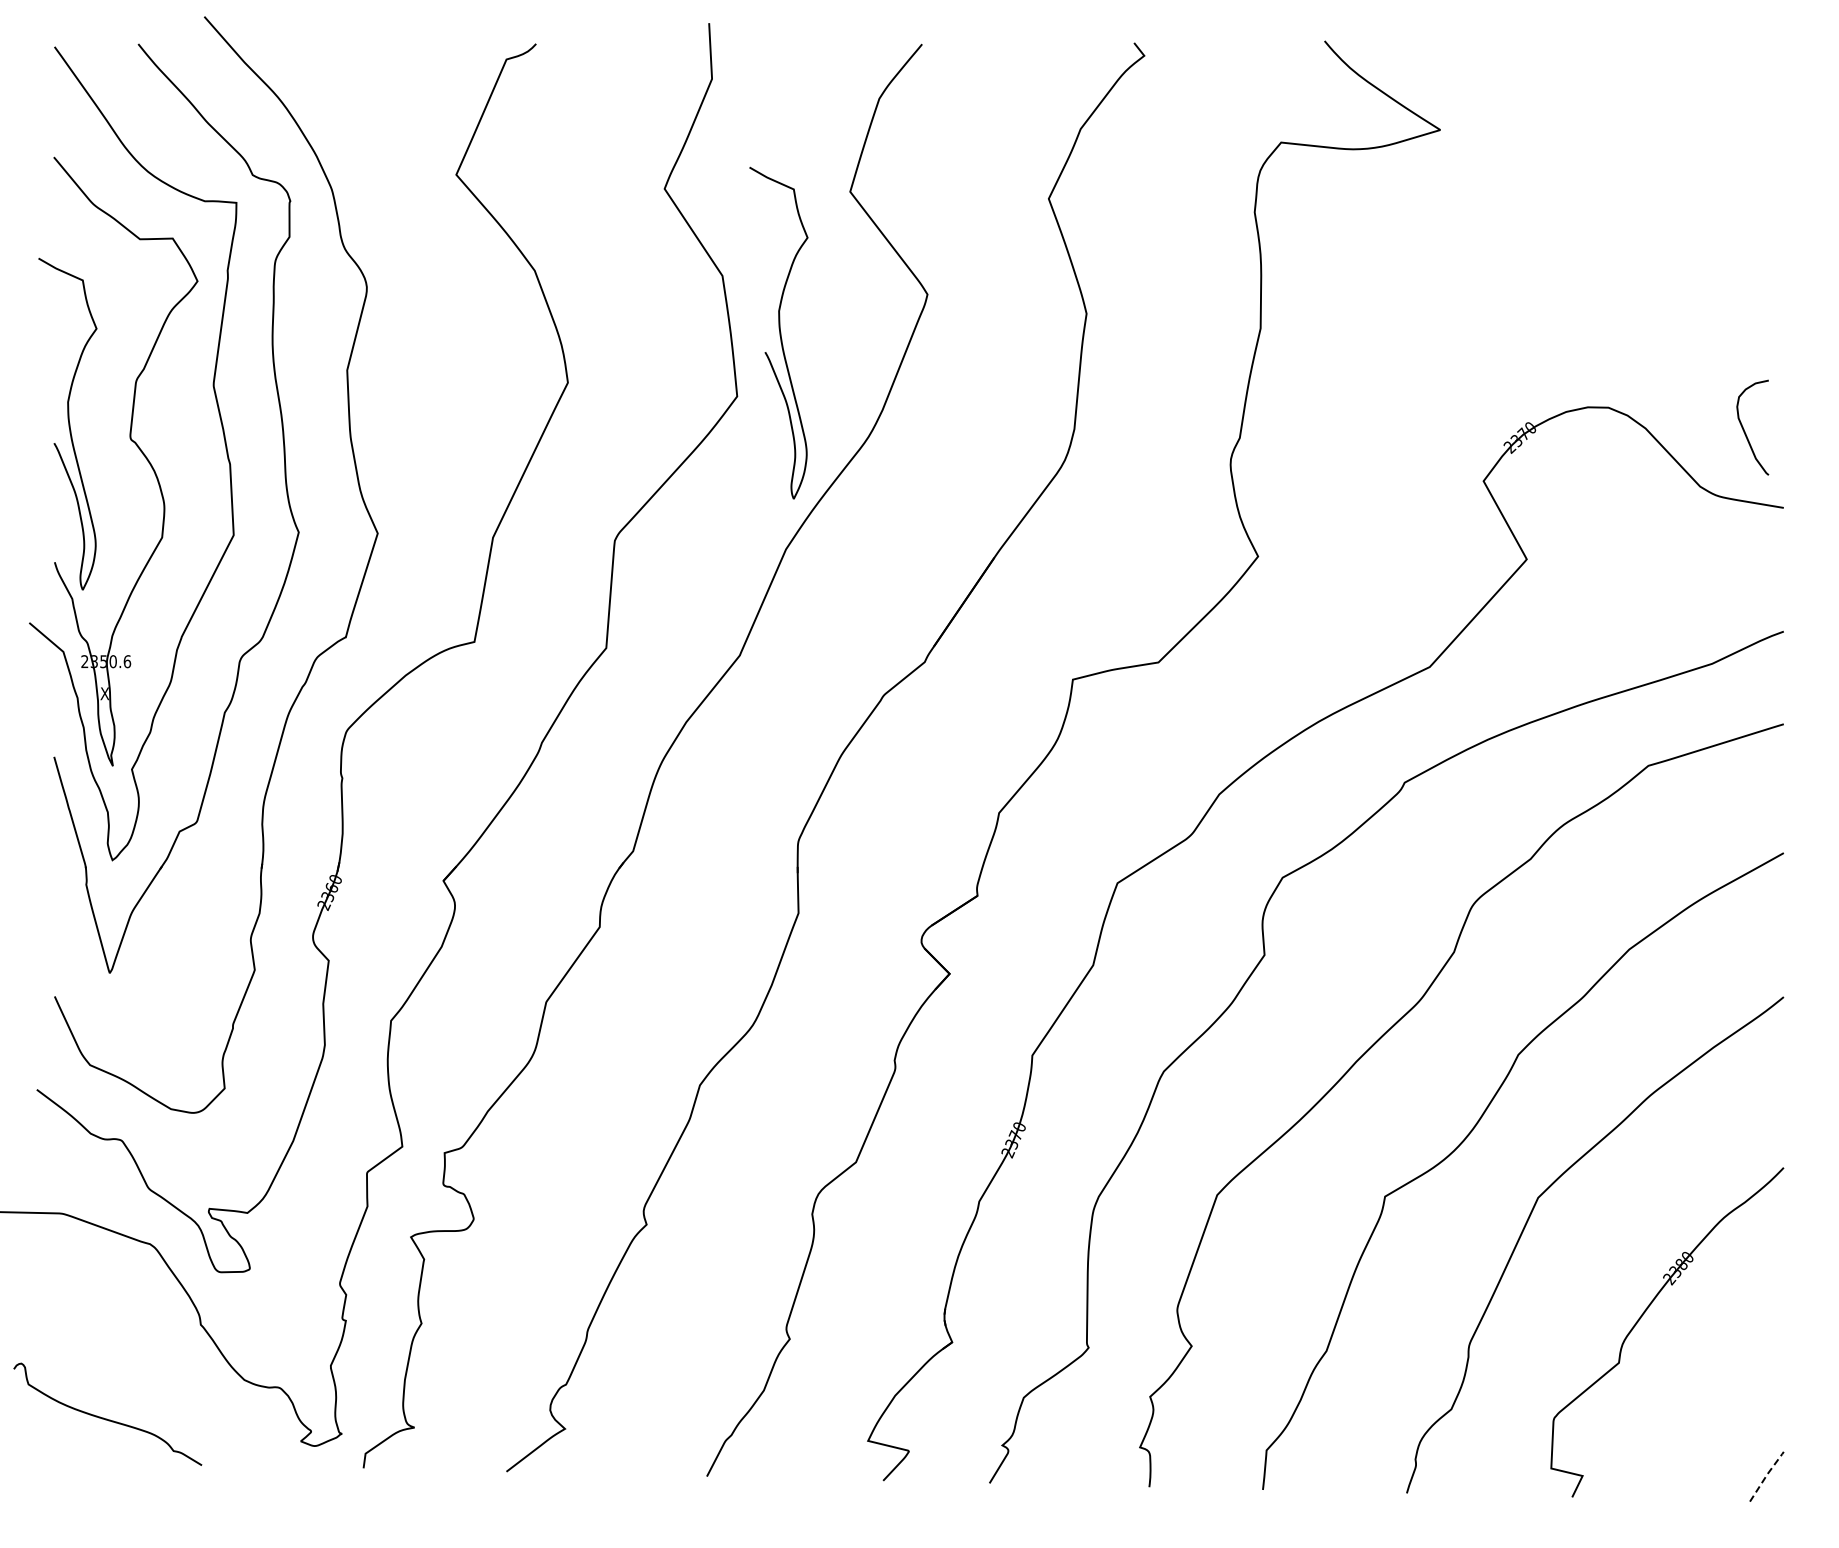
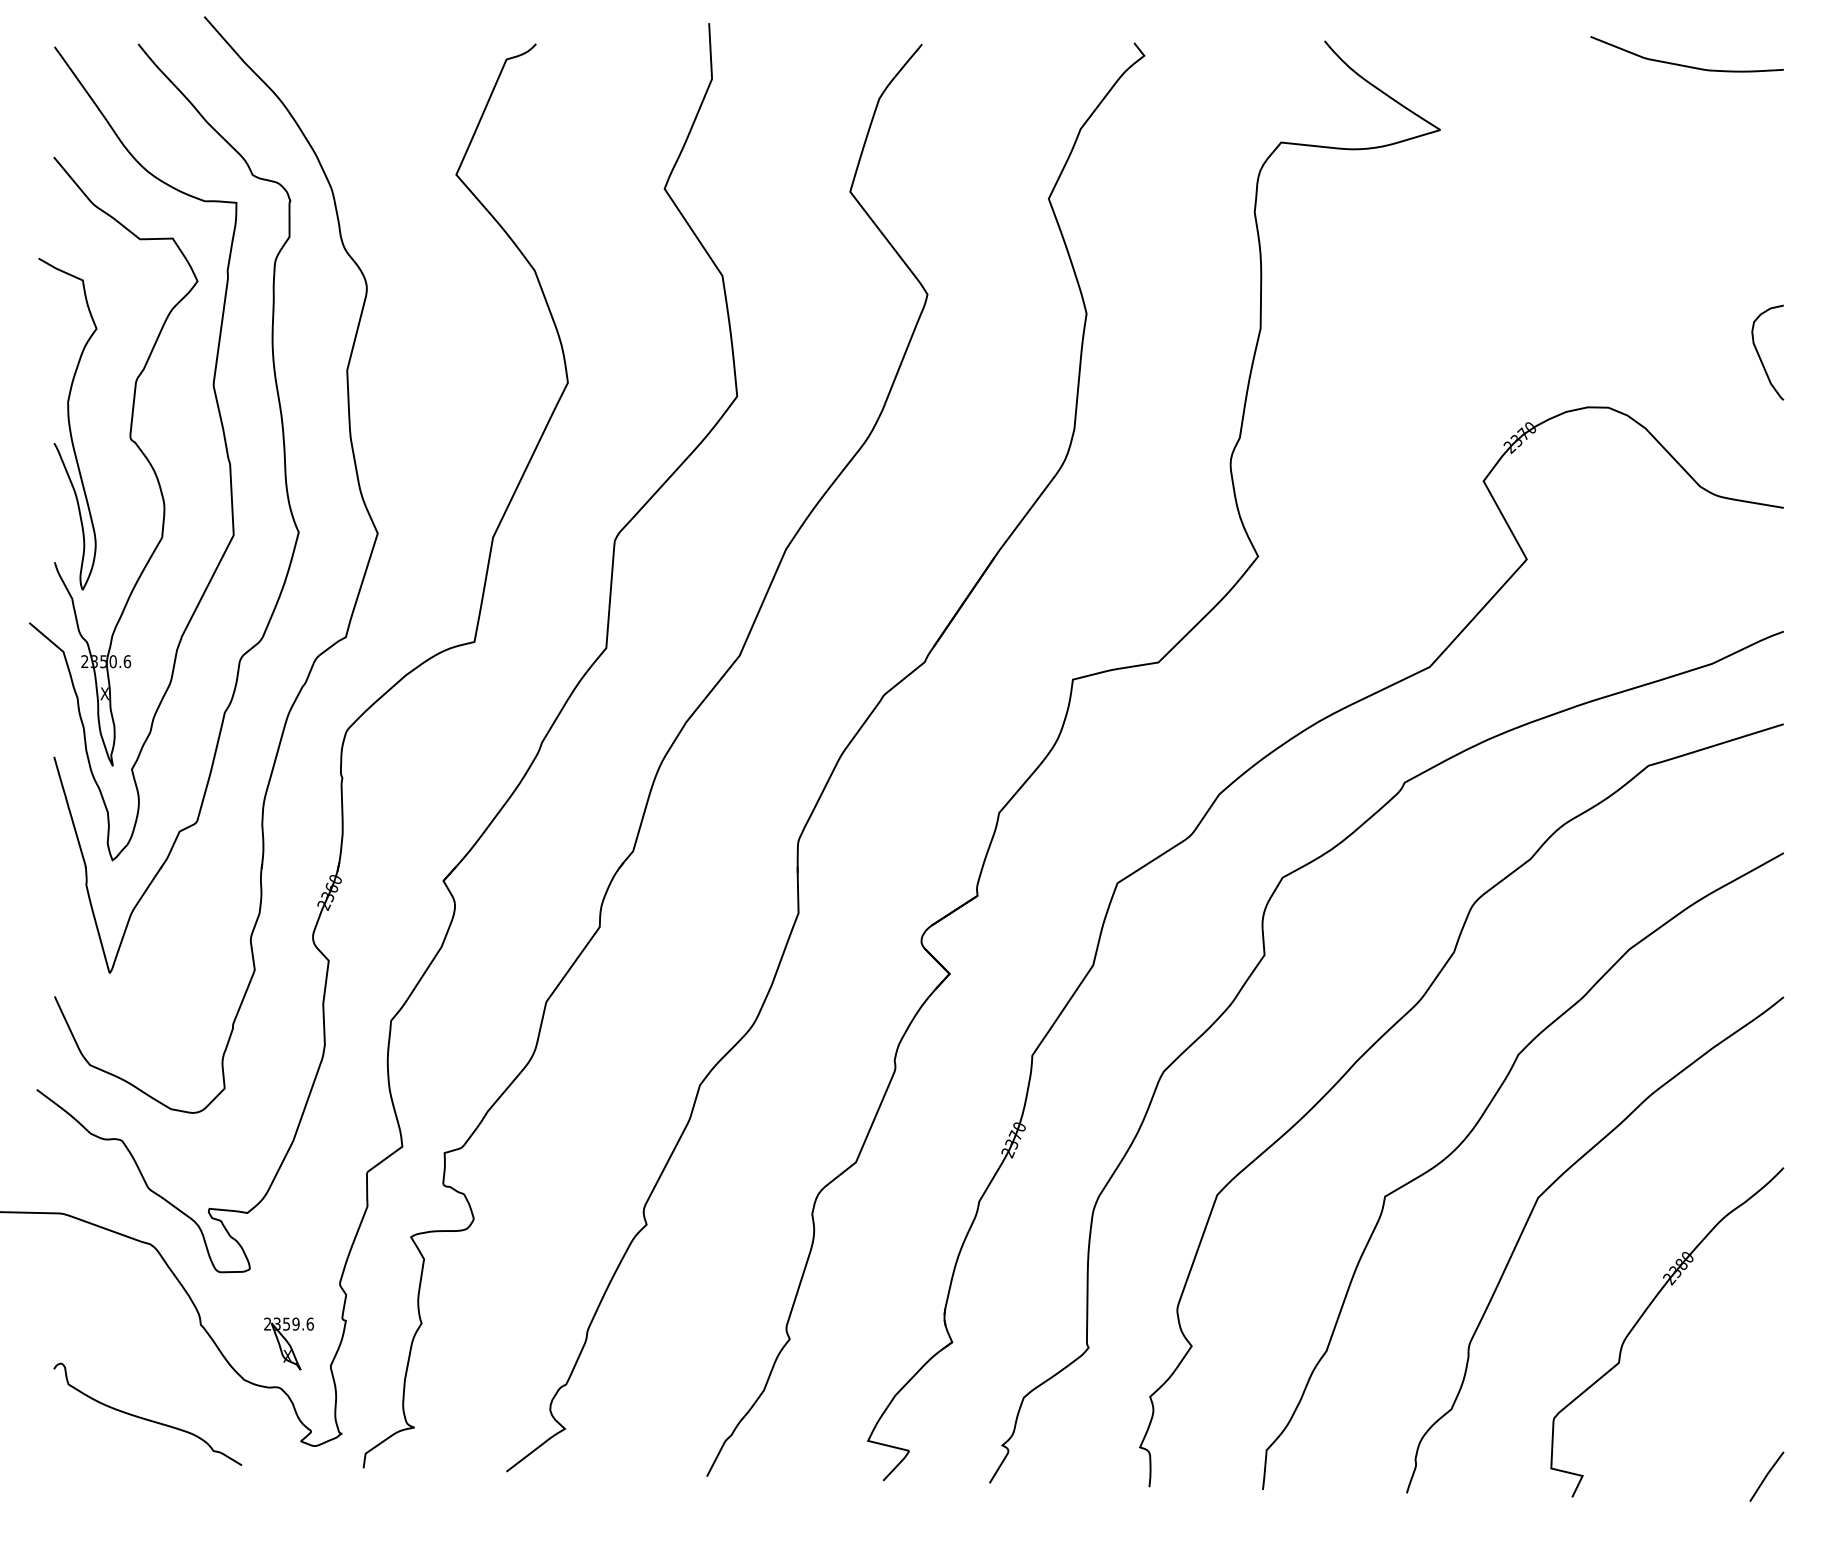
curve at (1683, 64): none -> present
curve at (779, 332): present -> none
curve at (1745, 431) position: (1745, 431) -> (1760, 356)
part at (288, 1343): none -> present
curve at (107, 1418) position: (107, 1418) -> (147, 1418)
line at (1767, 1474): dashed -> solid
